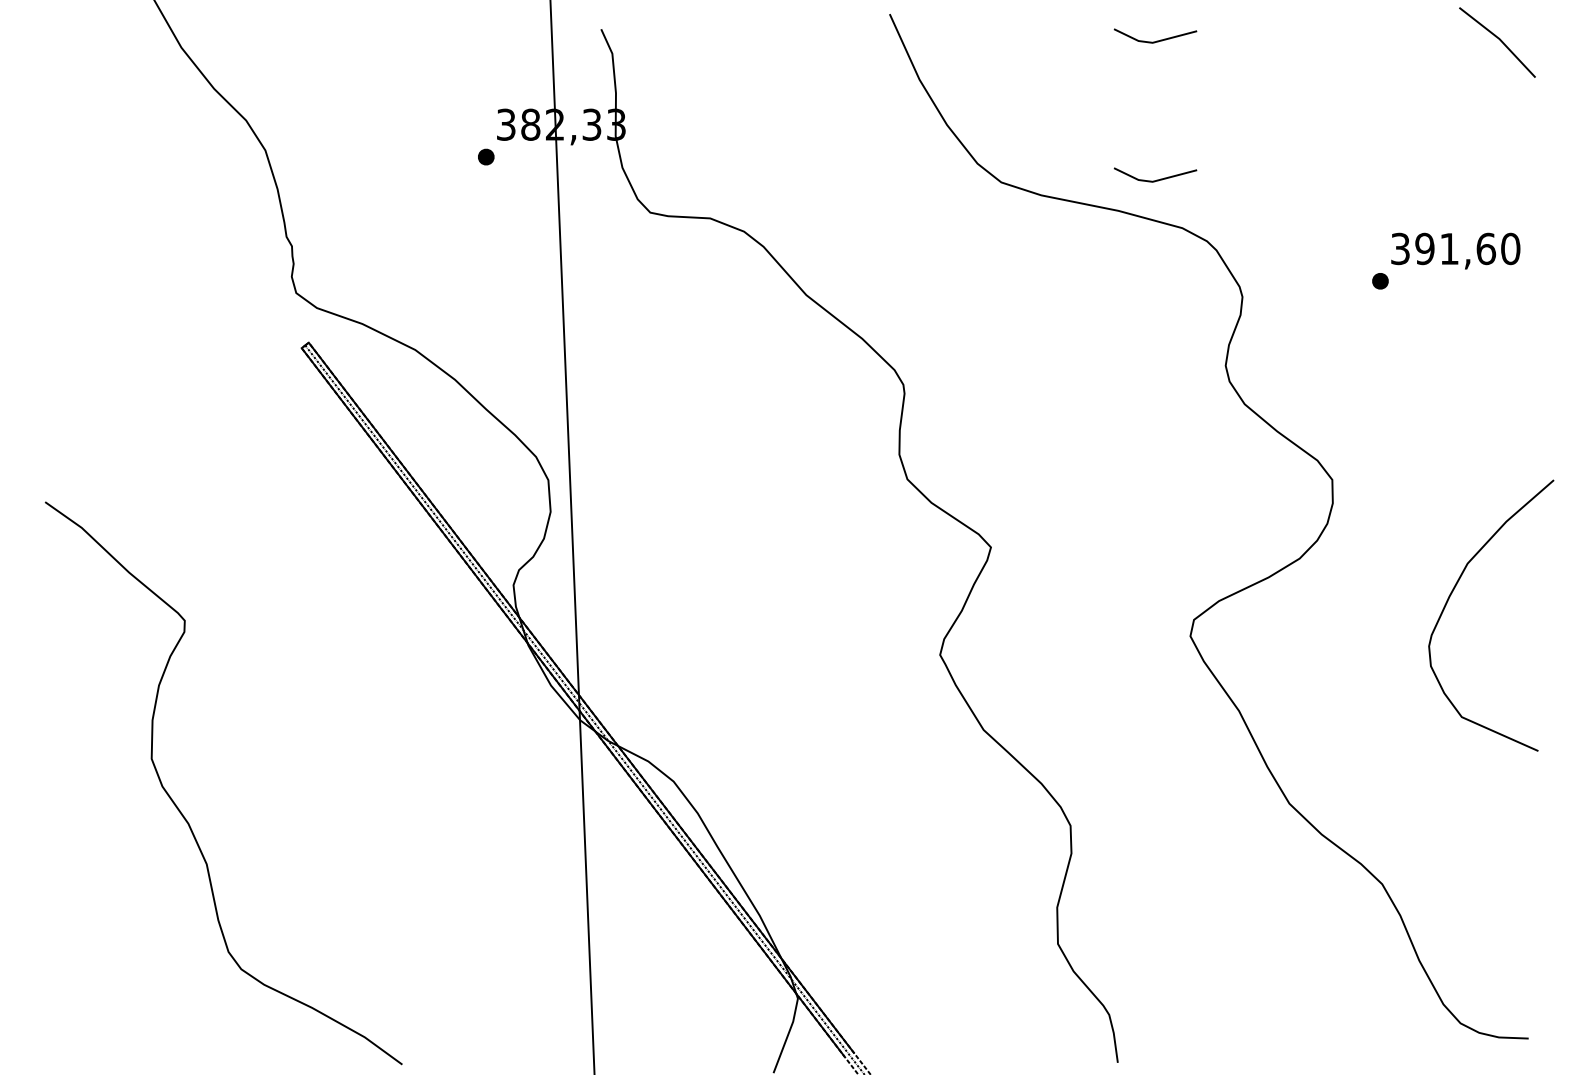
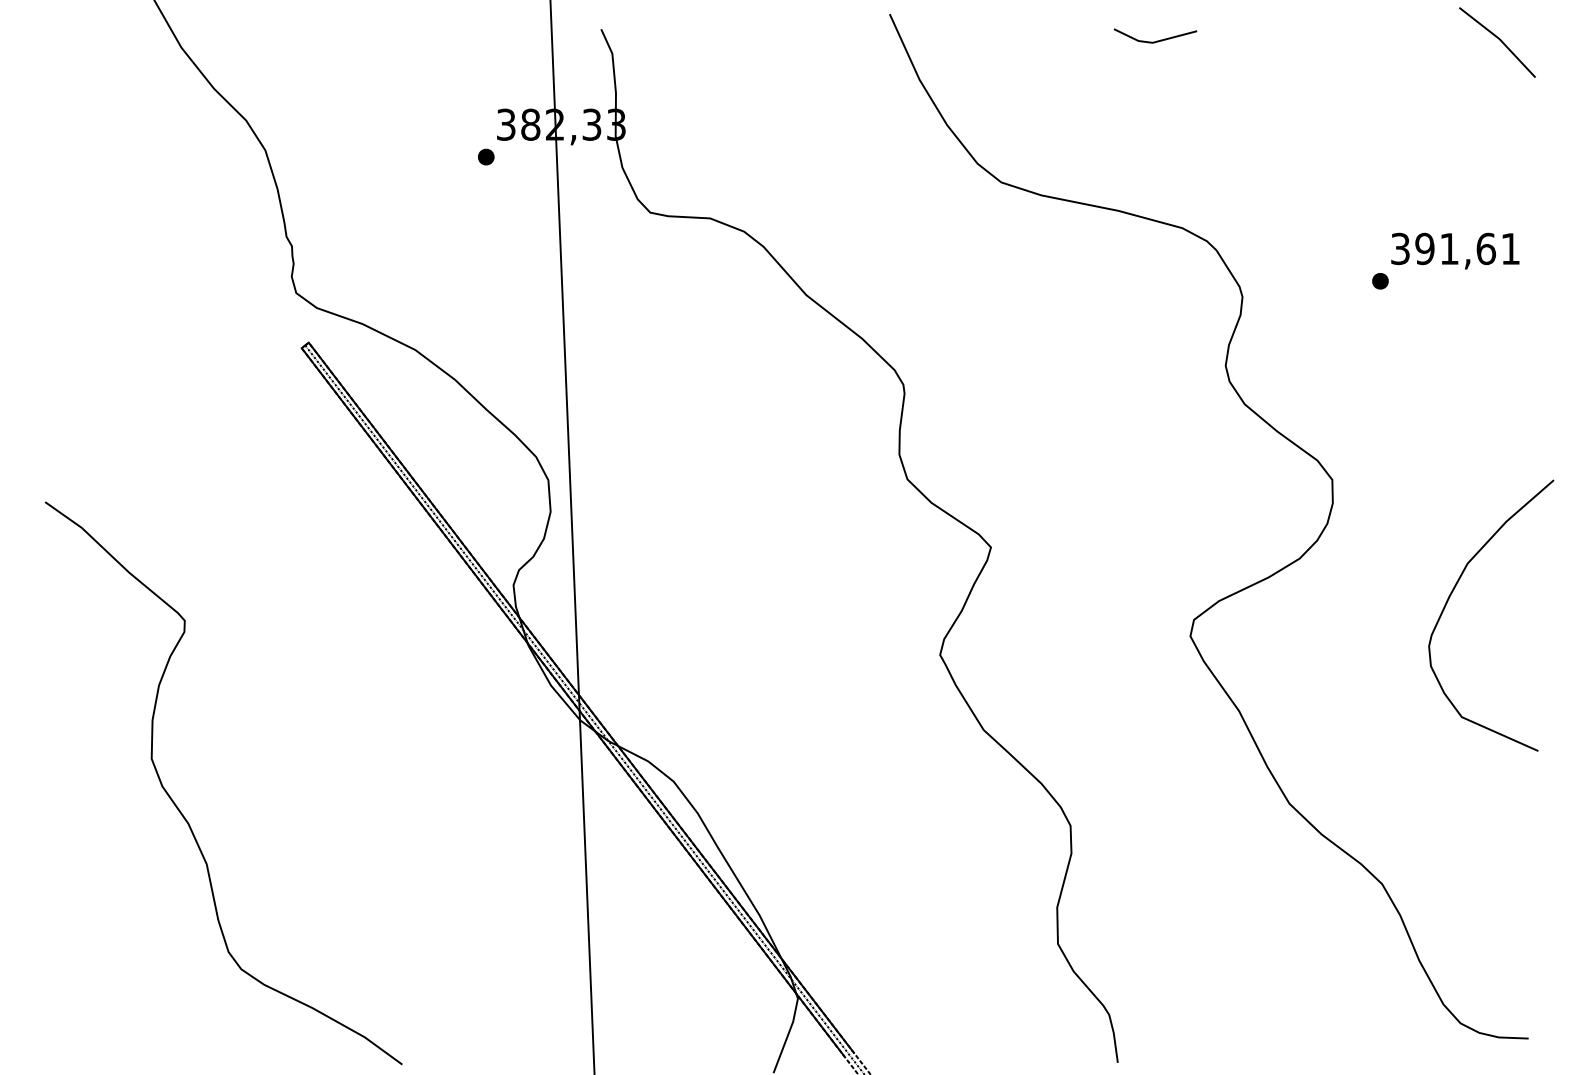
line at (1156, 179): present -> none
text at (1510, 248): 391,60 -> 391,61
